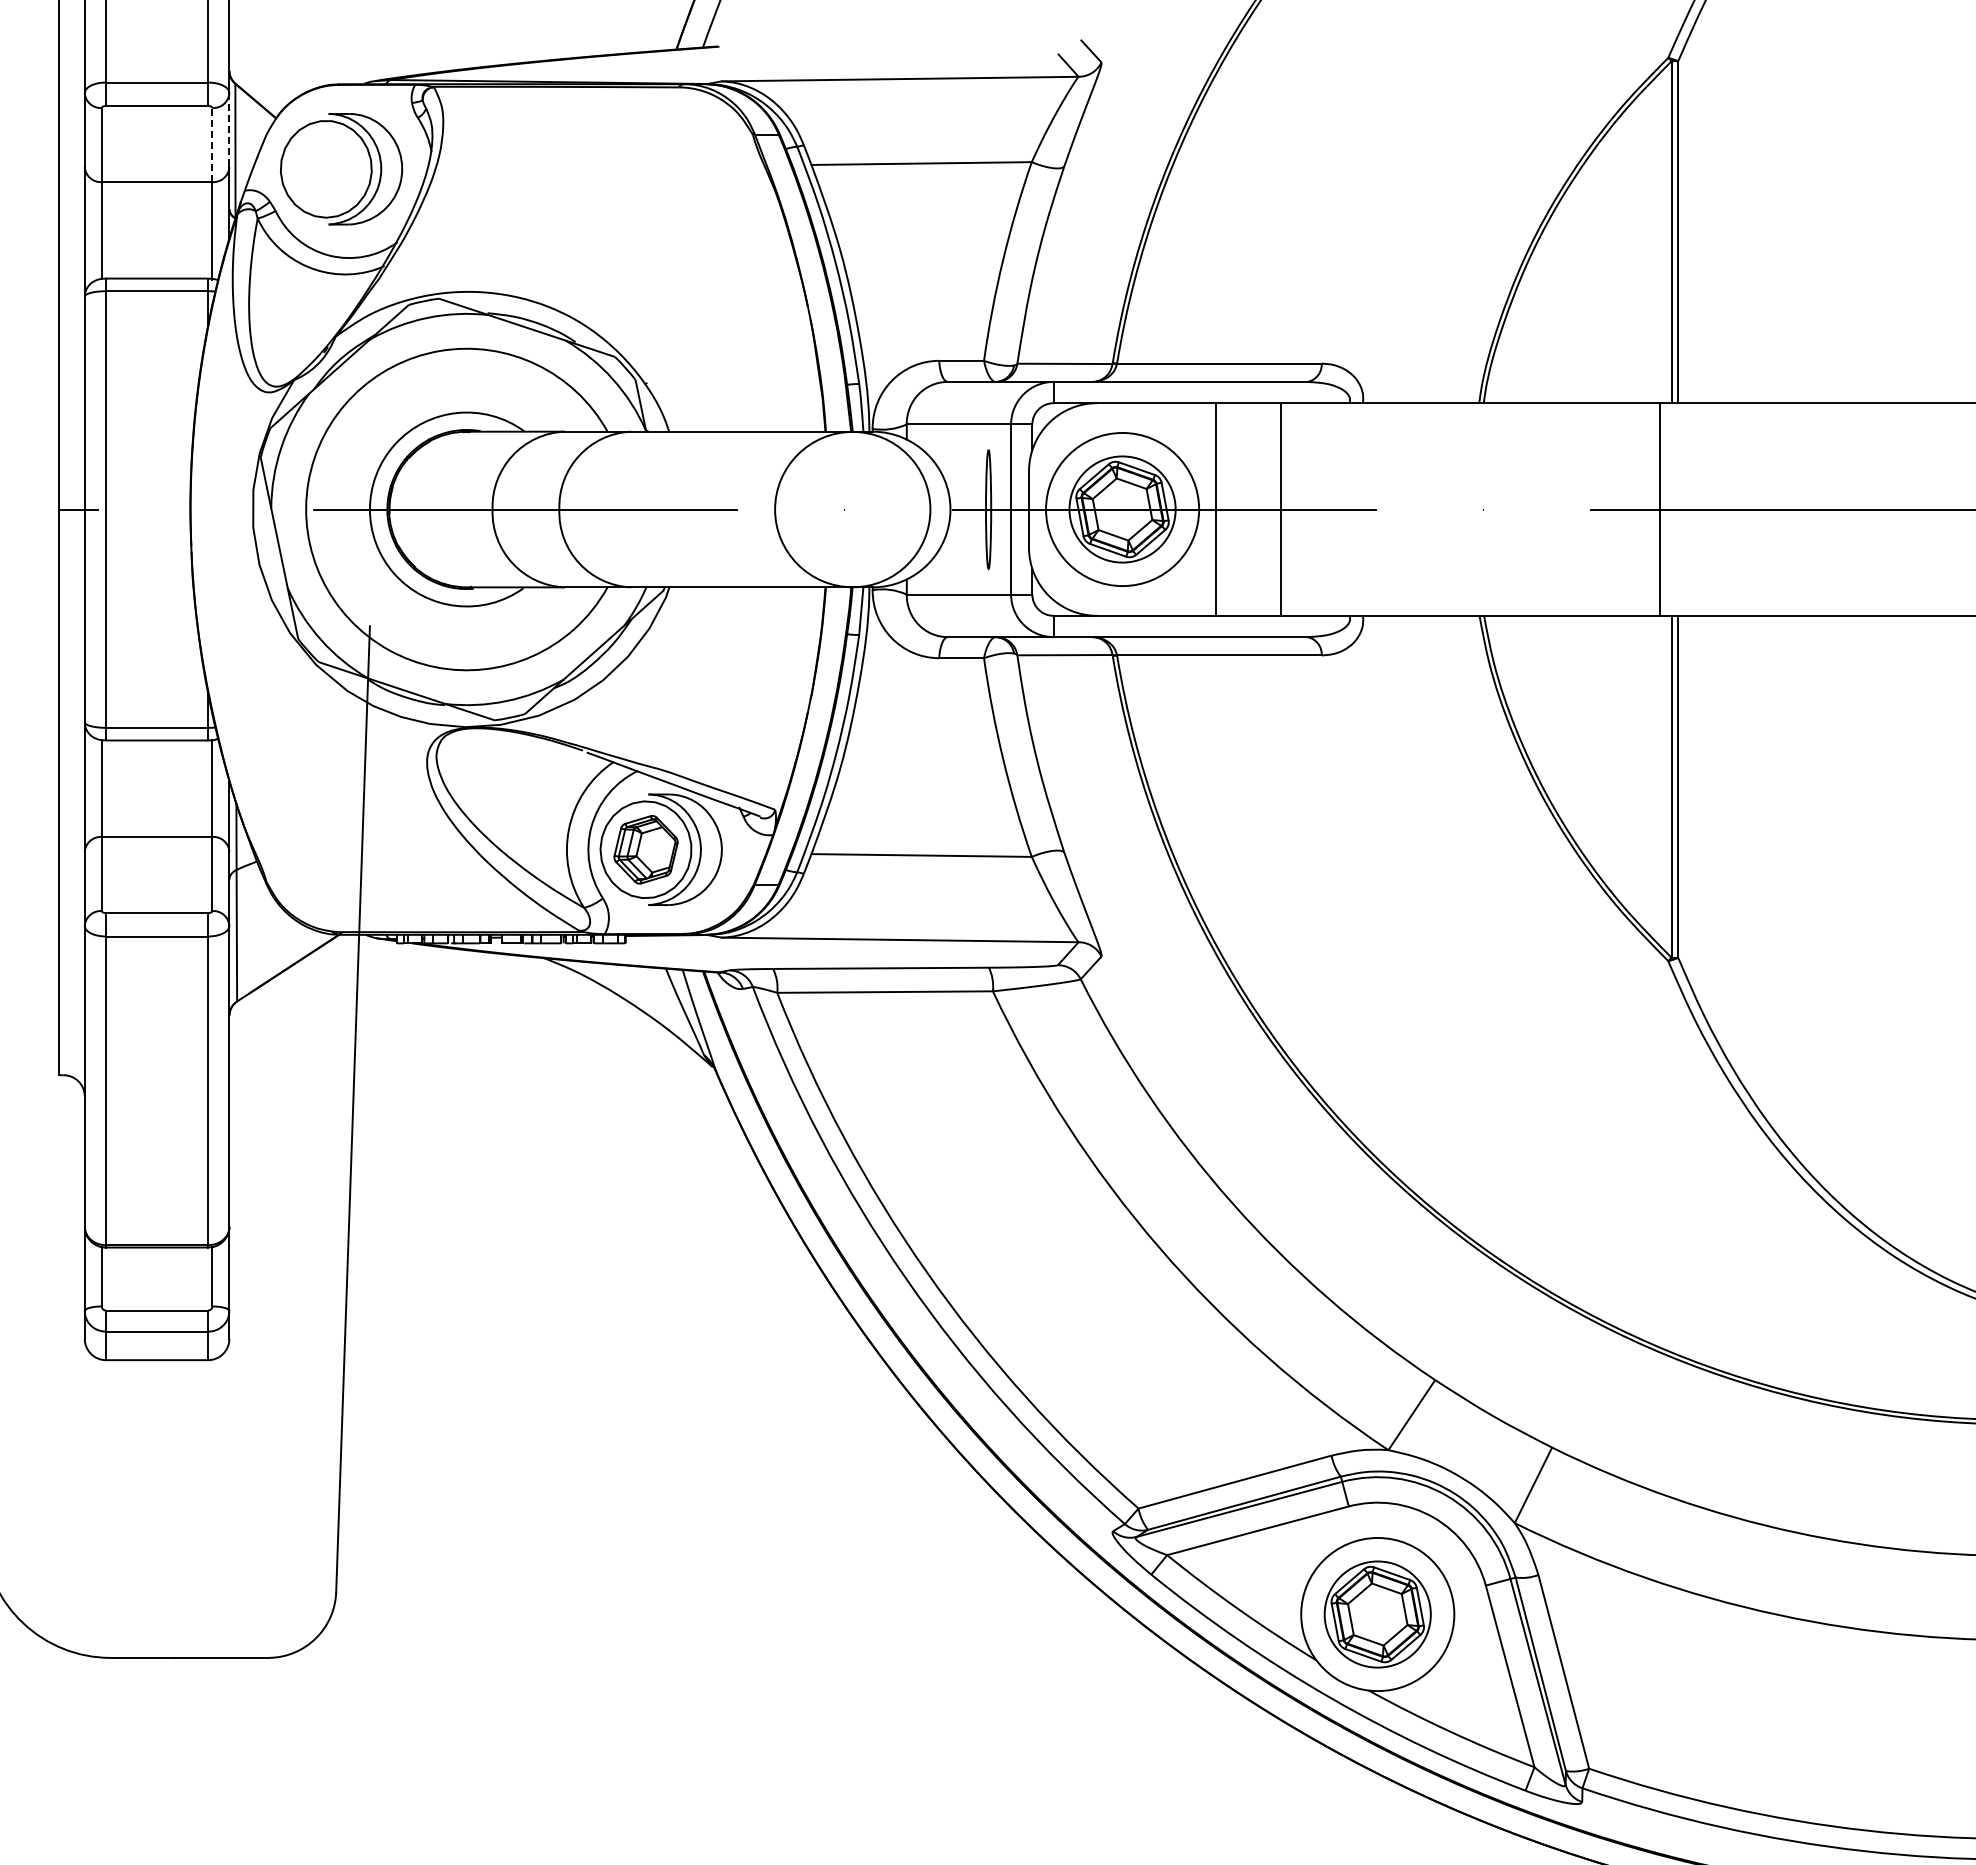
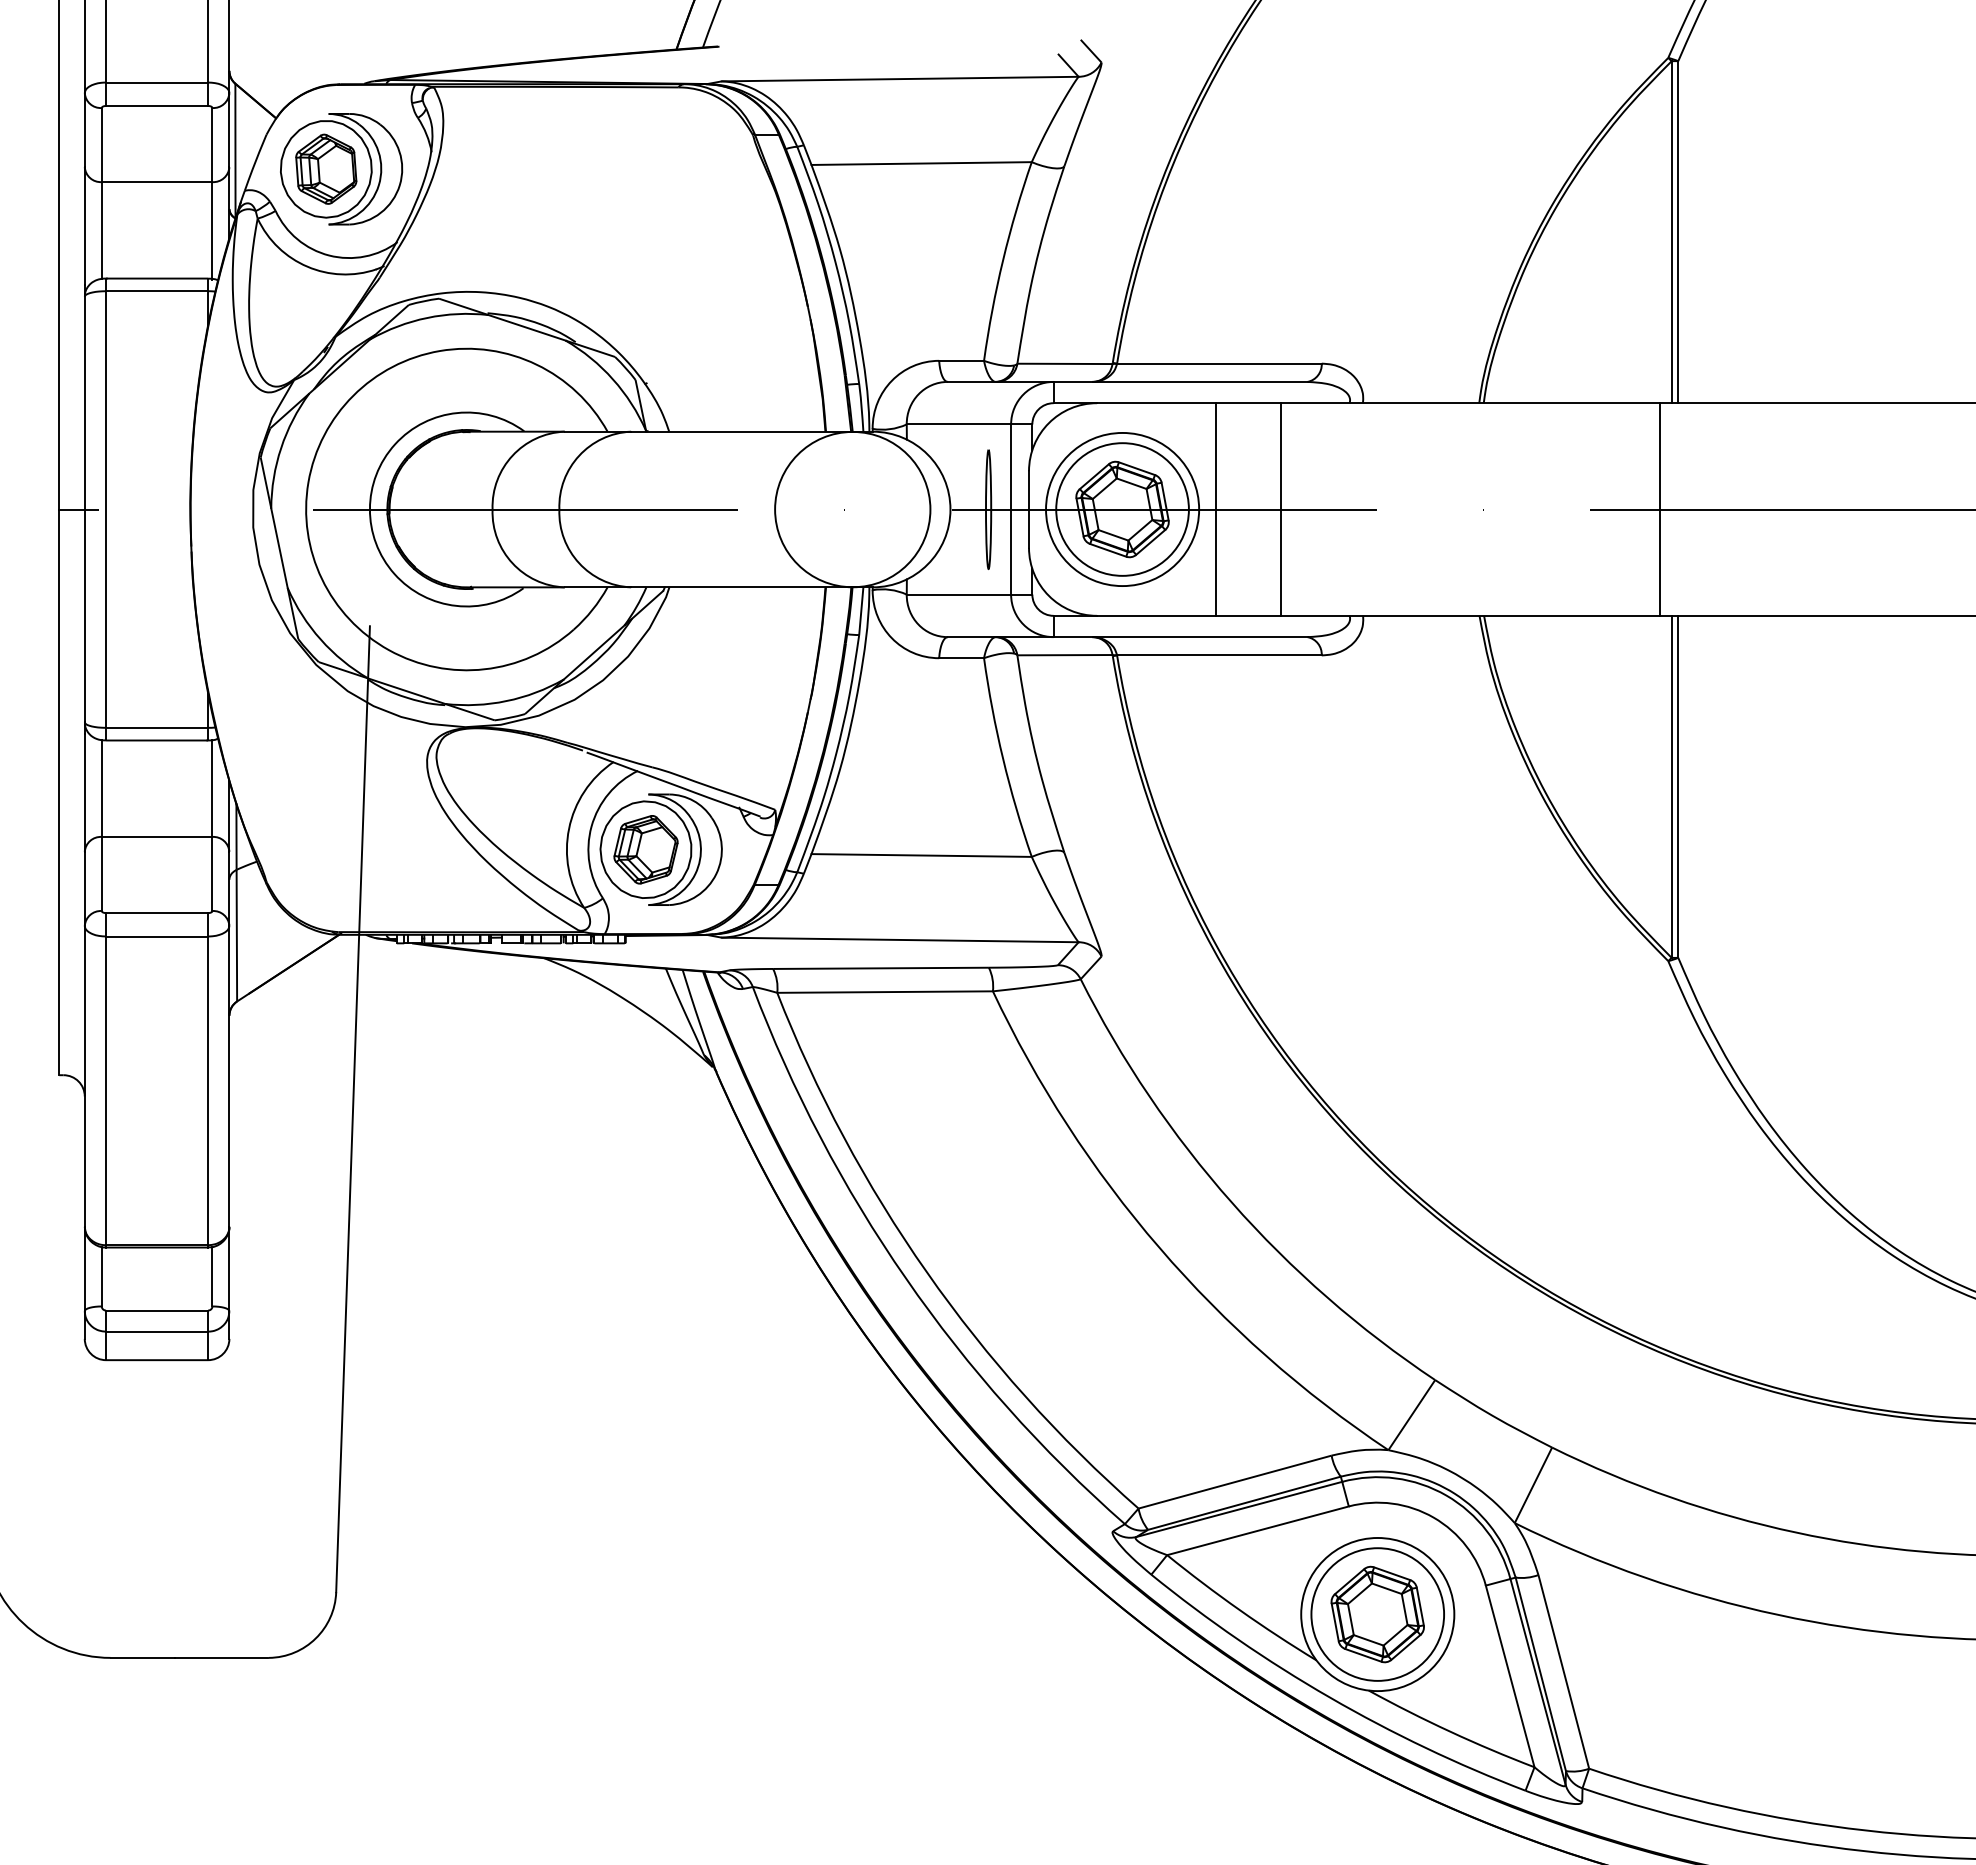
line at (229, 130): dashed -> solid
line at (212, 144): dashed -> solid
part at (326, 168): none -> present
circle at (1122, 509) diameter: 106 px -> 133 px
circle at (1377, 1614) diameter: 106 px -> 133 px
